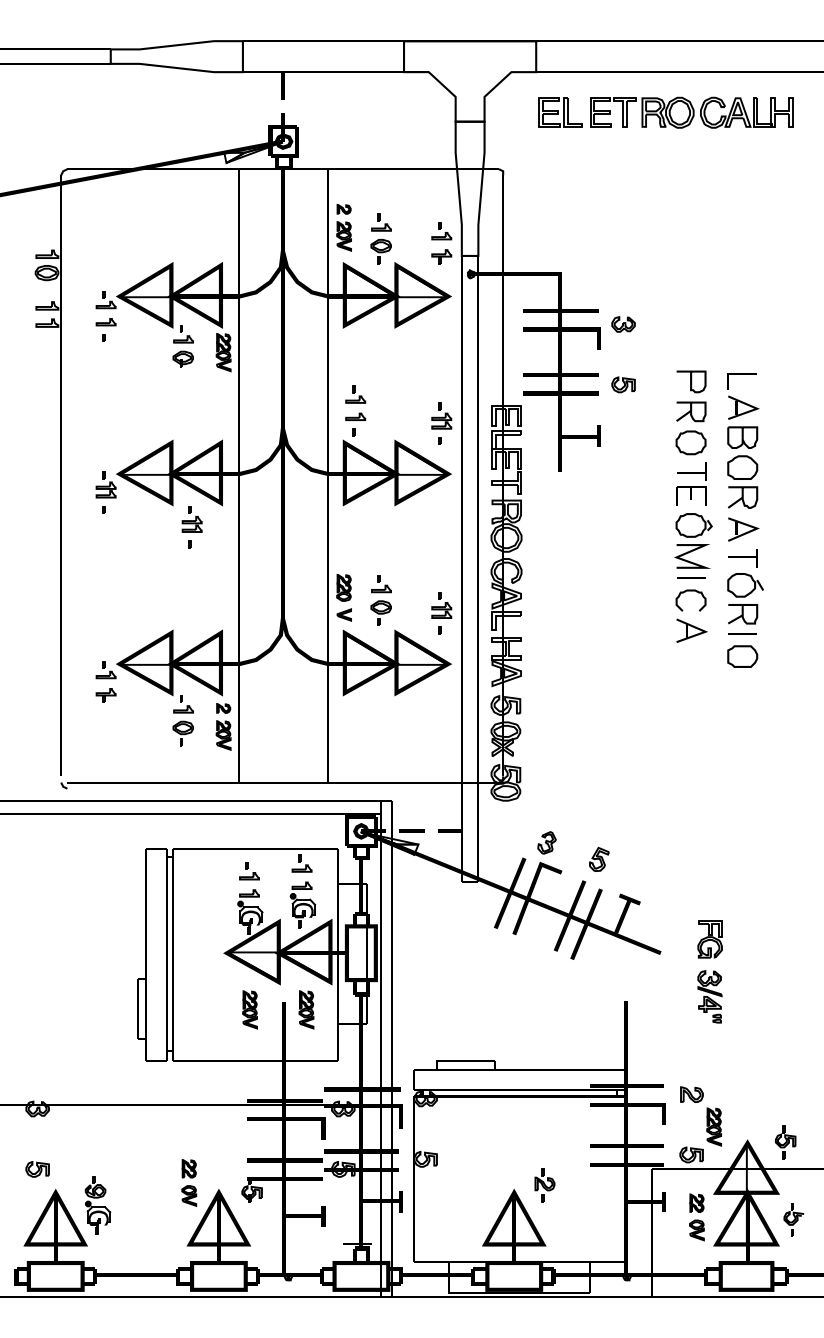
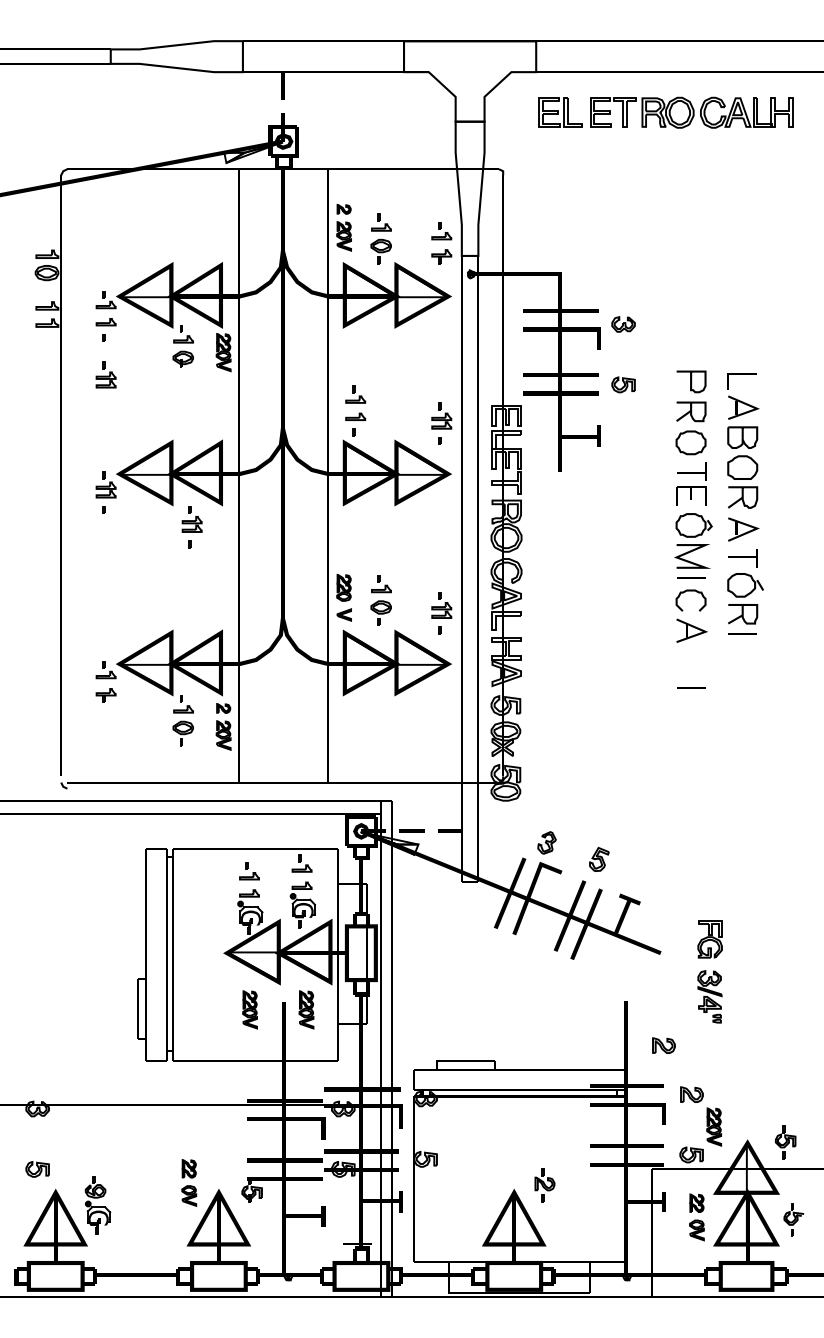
part at (105, 374): none -> present
part at (742, 656): present -> none
line at (691, 687): none -> present
part at (663, 1045): none -> present
